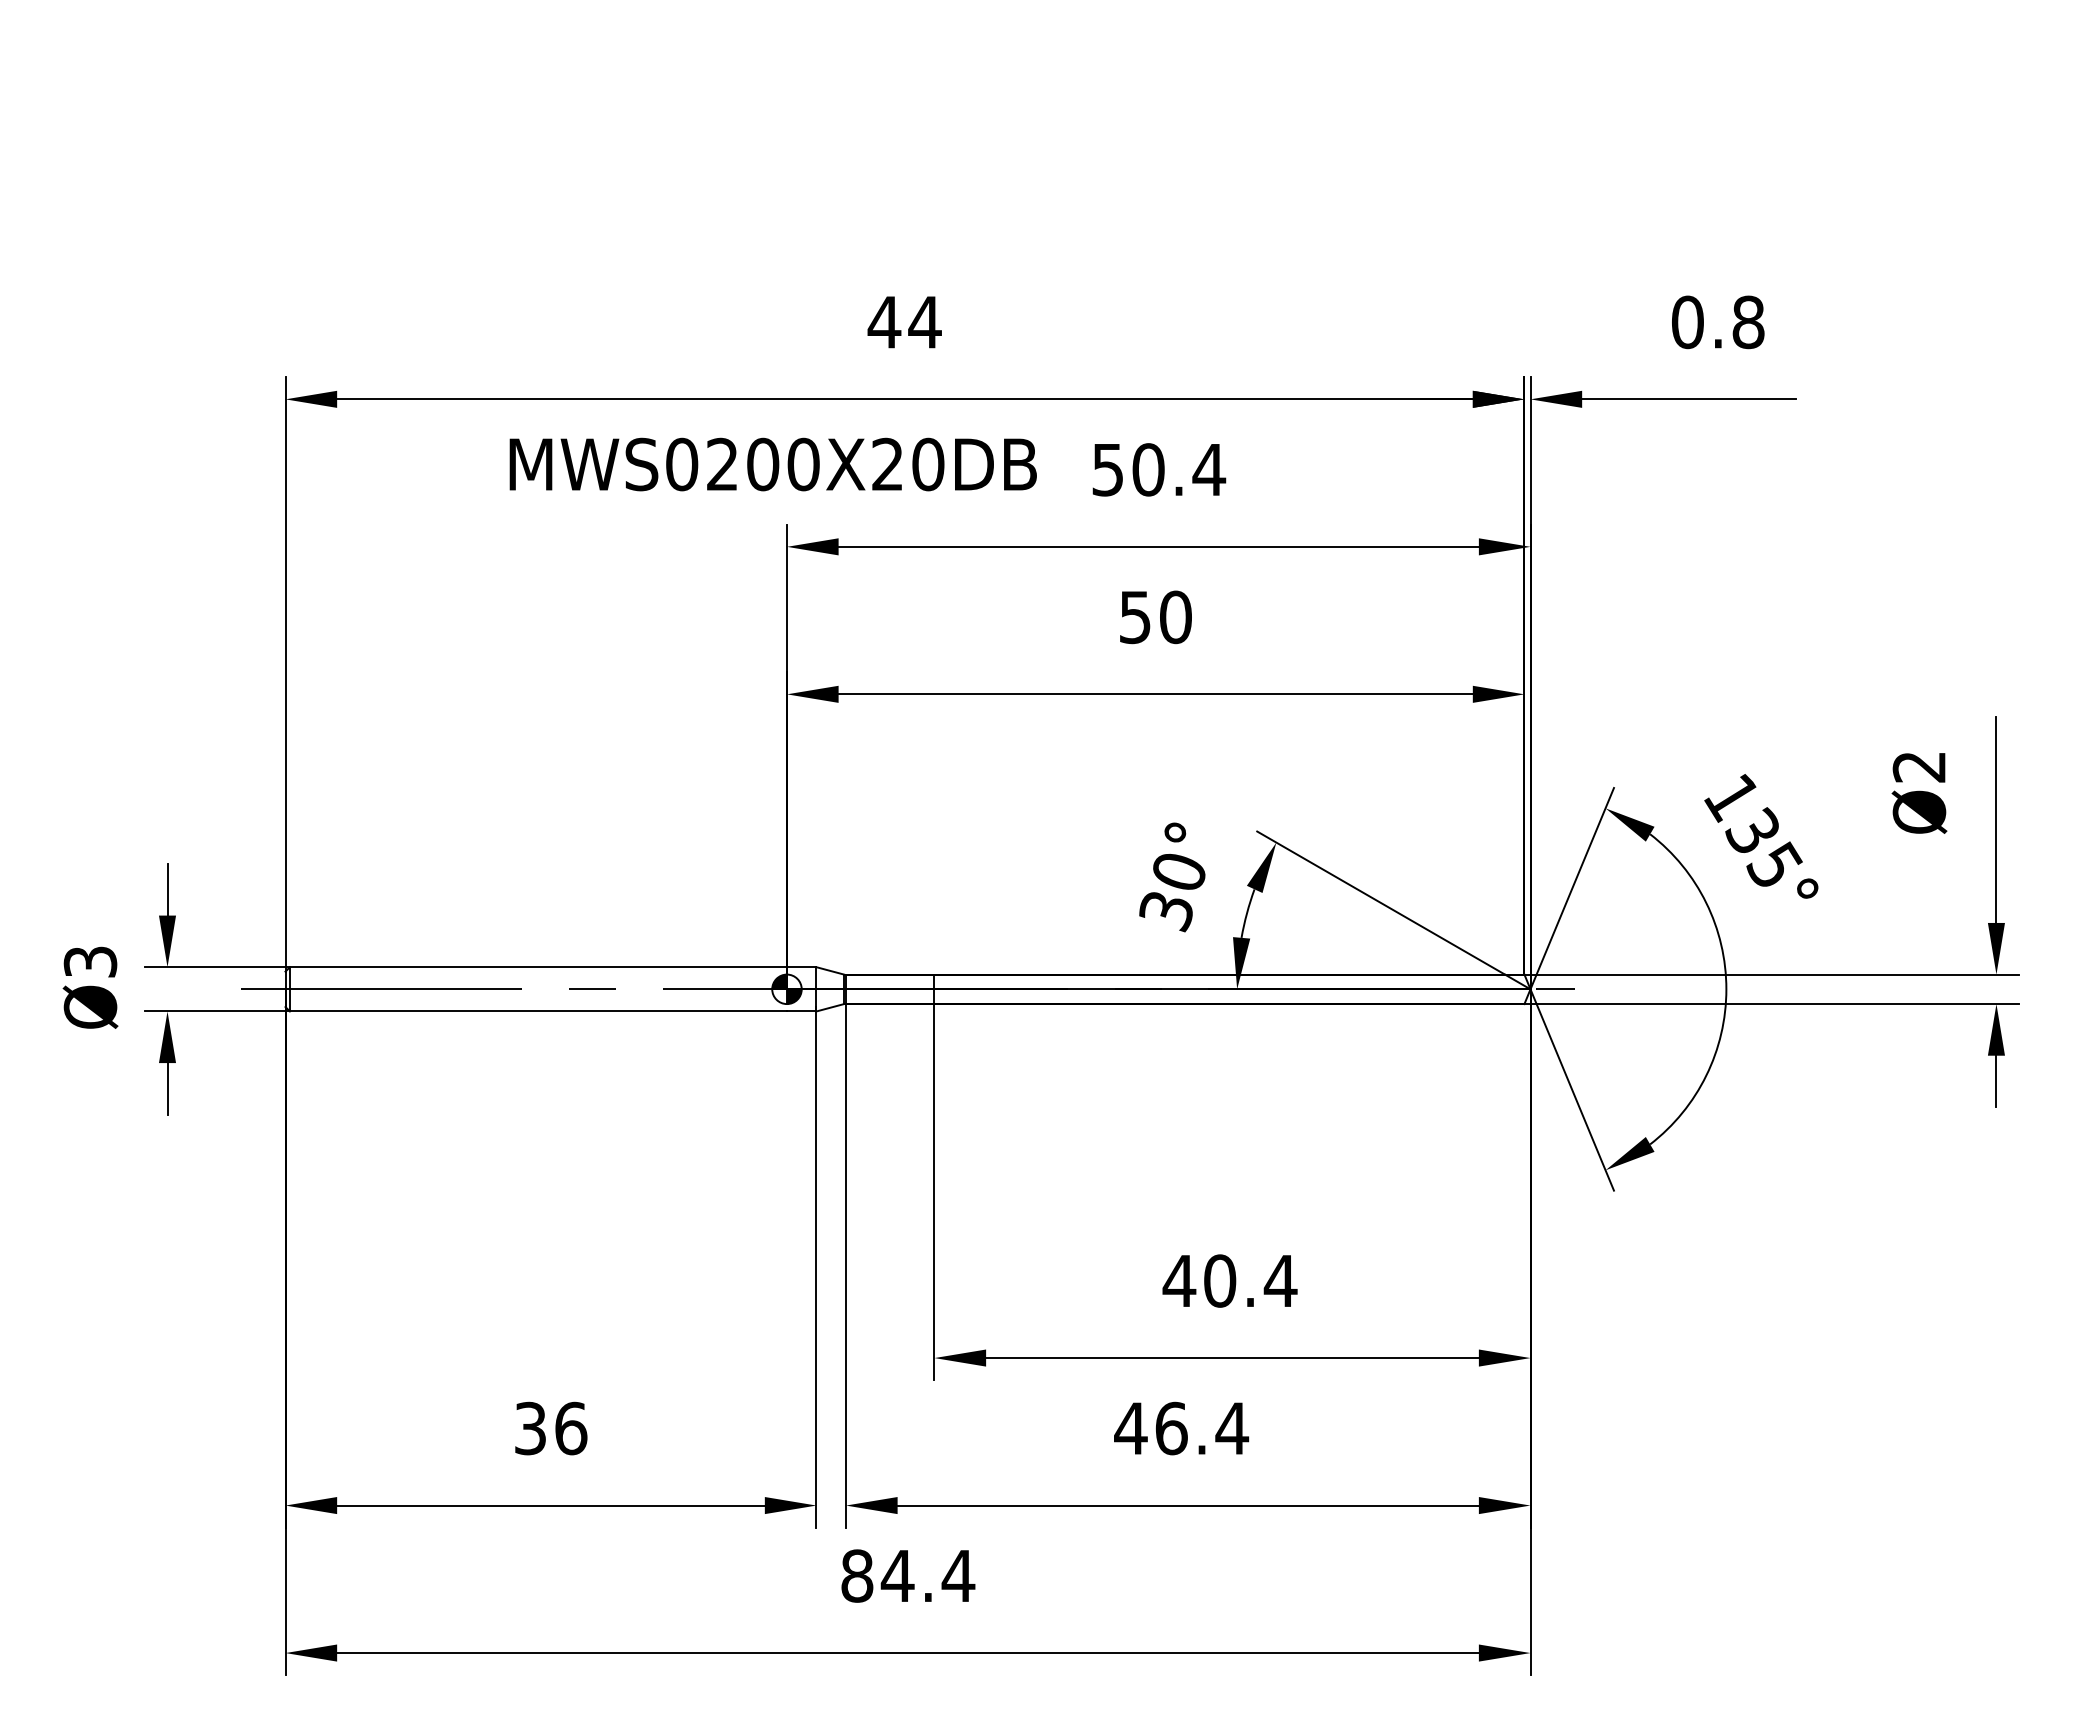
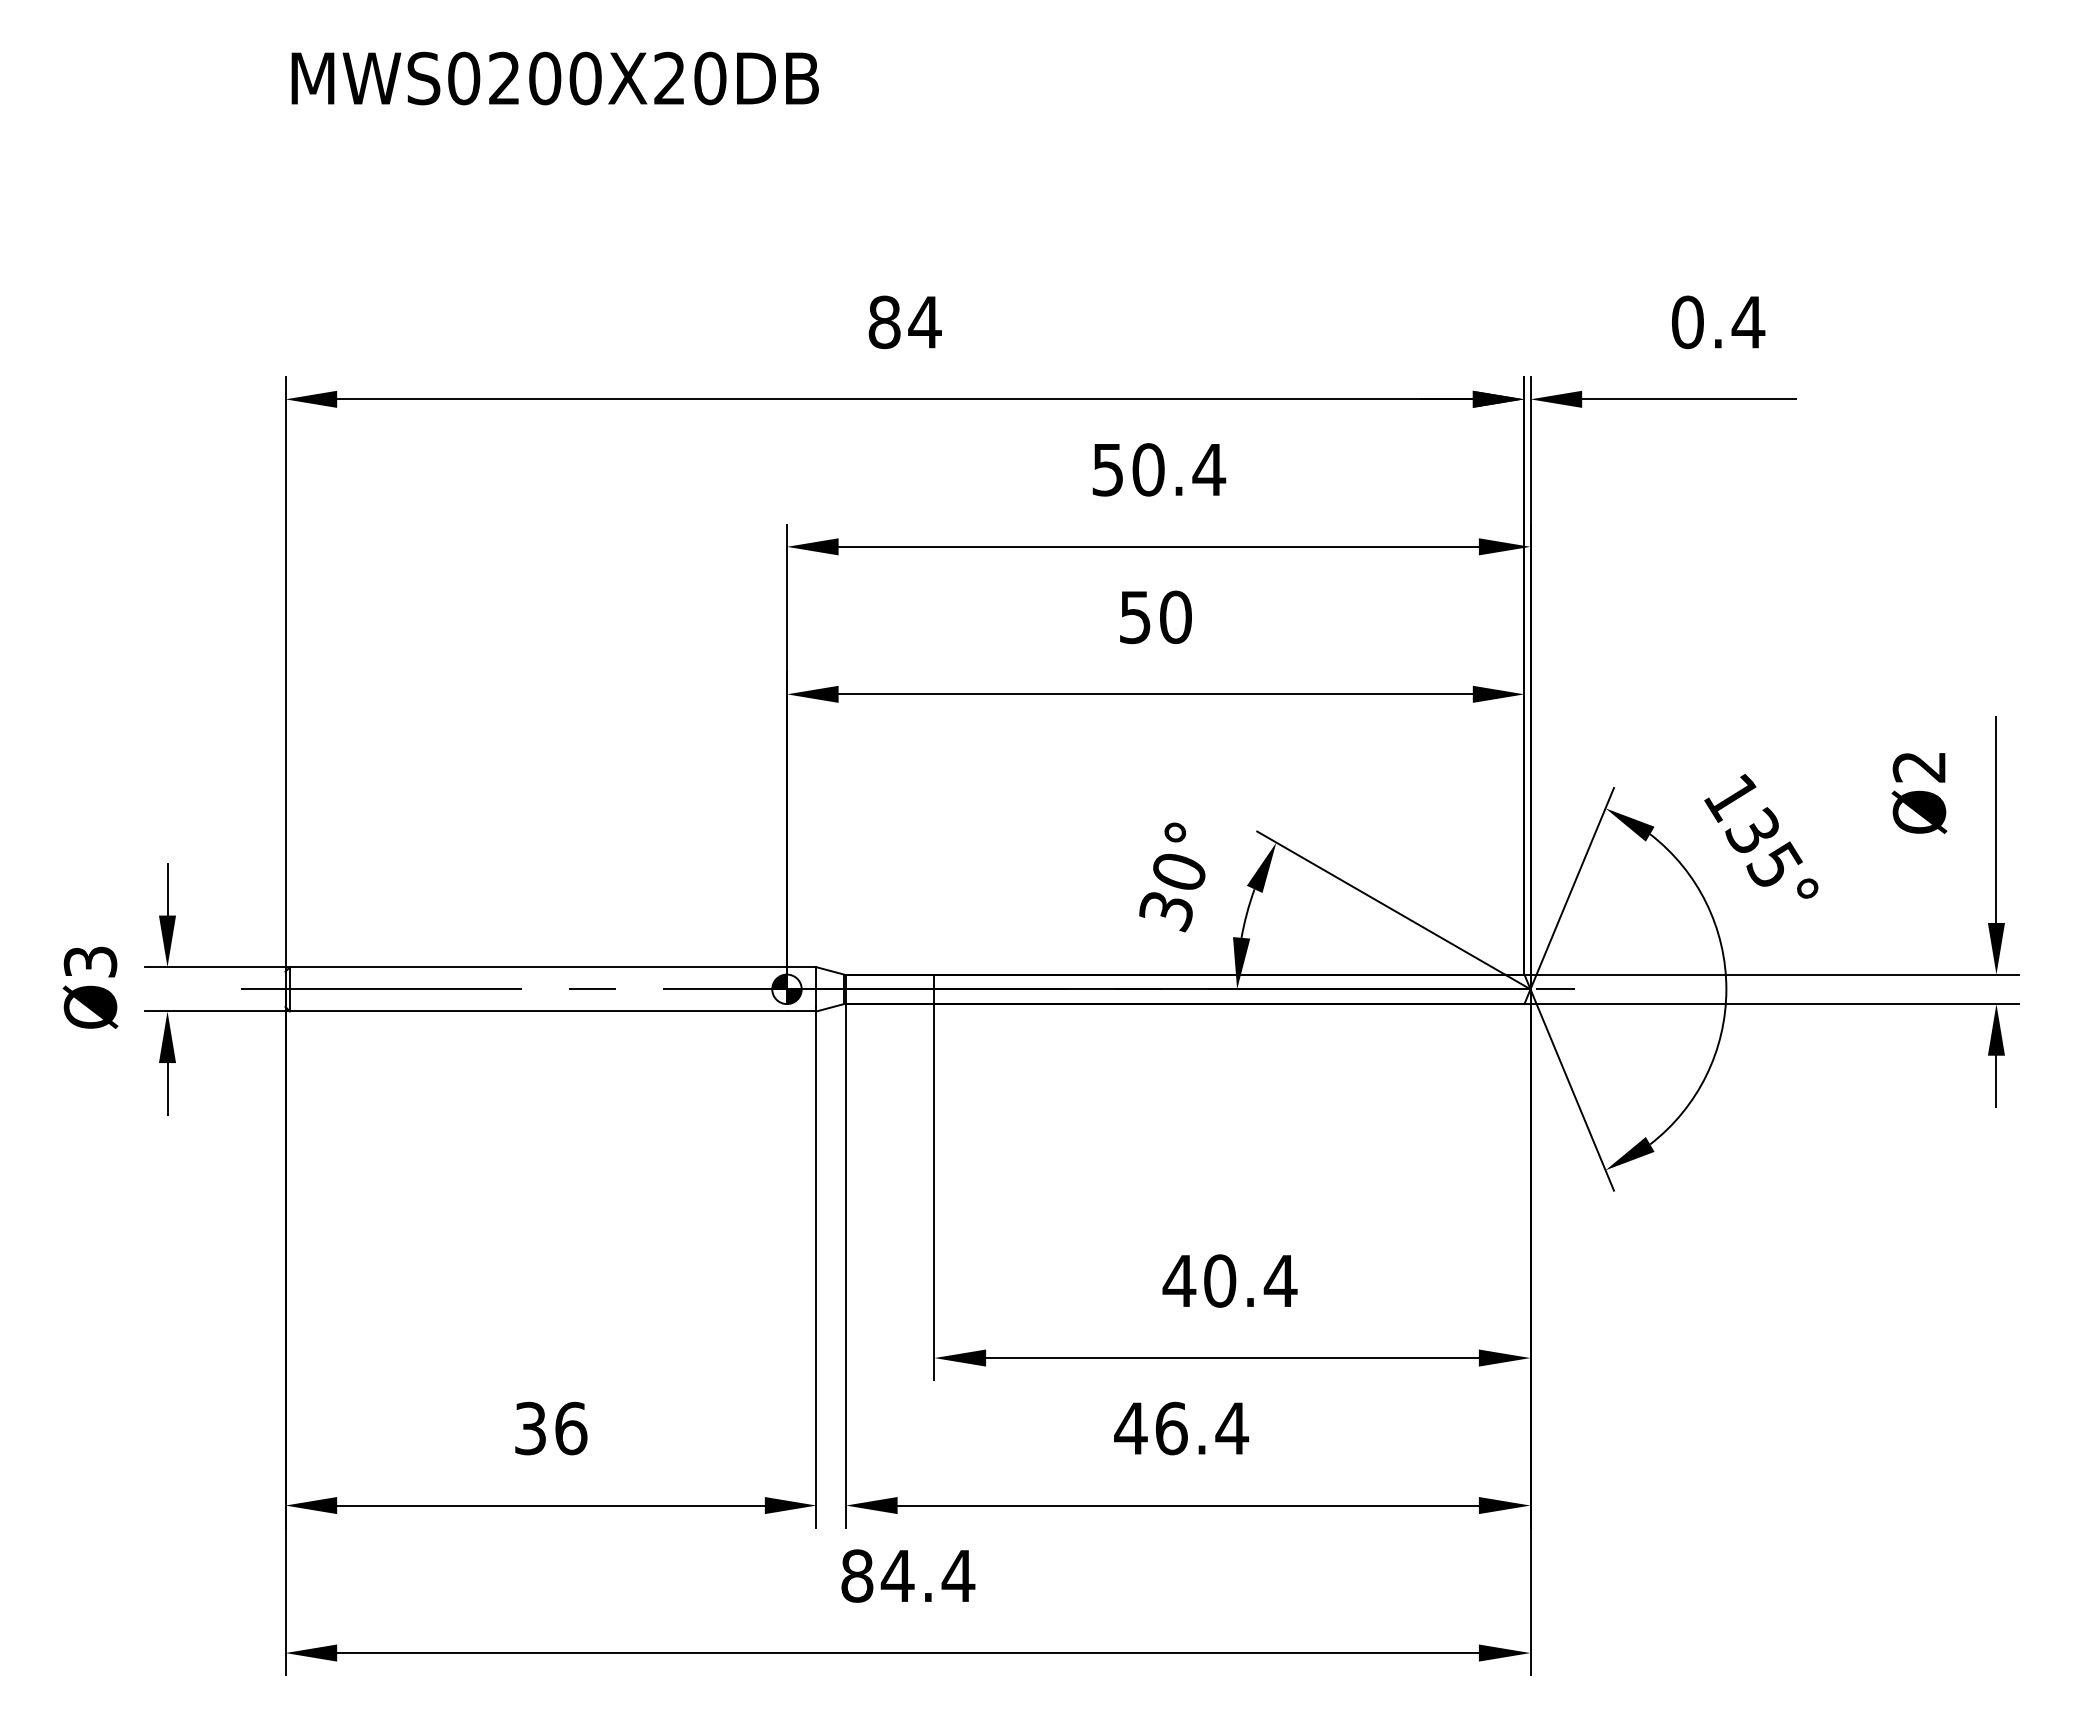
text at (884, 322): 44 -> 84
text at (1748, 322): 0.8 -> 0.4
text at (772, 464) position: (772, 464) -> (554, 78)
